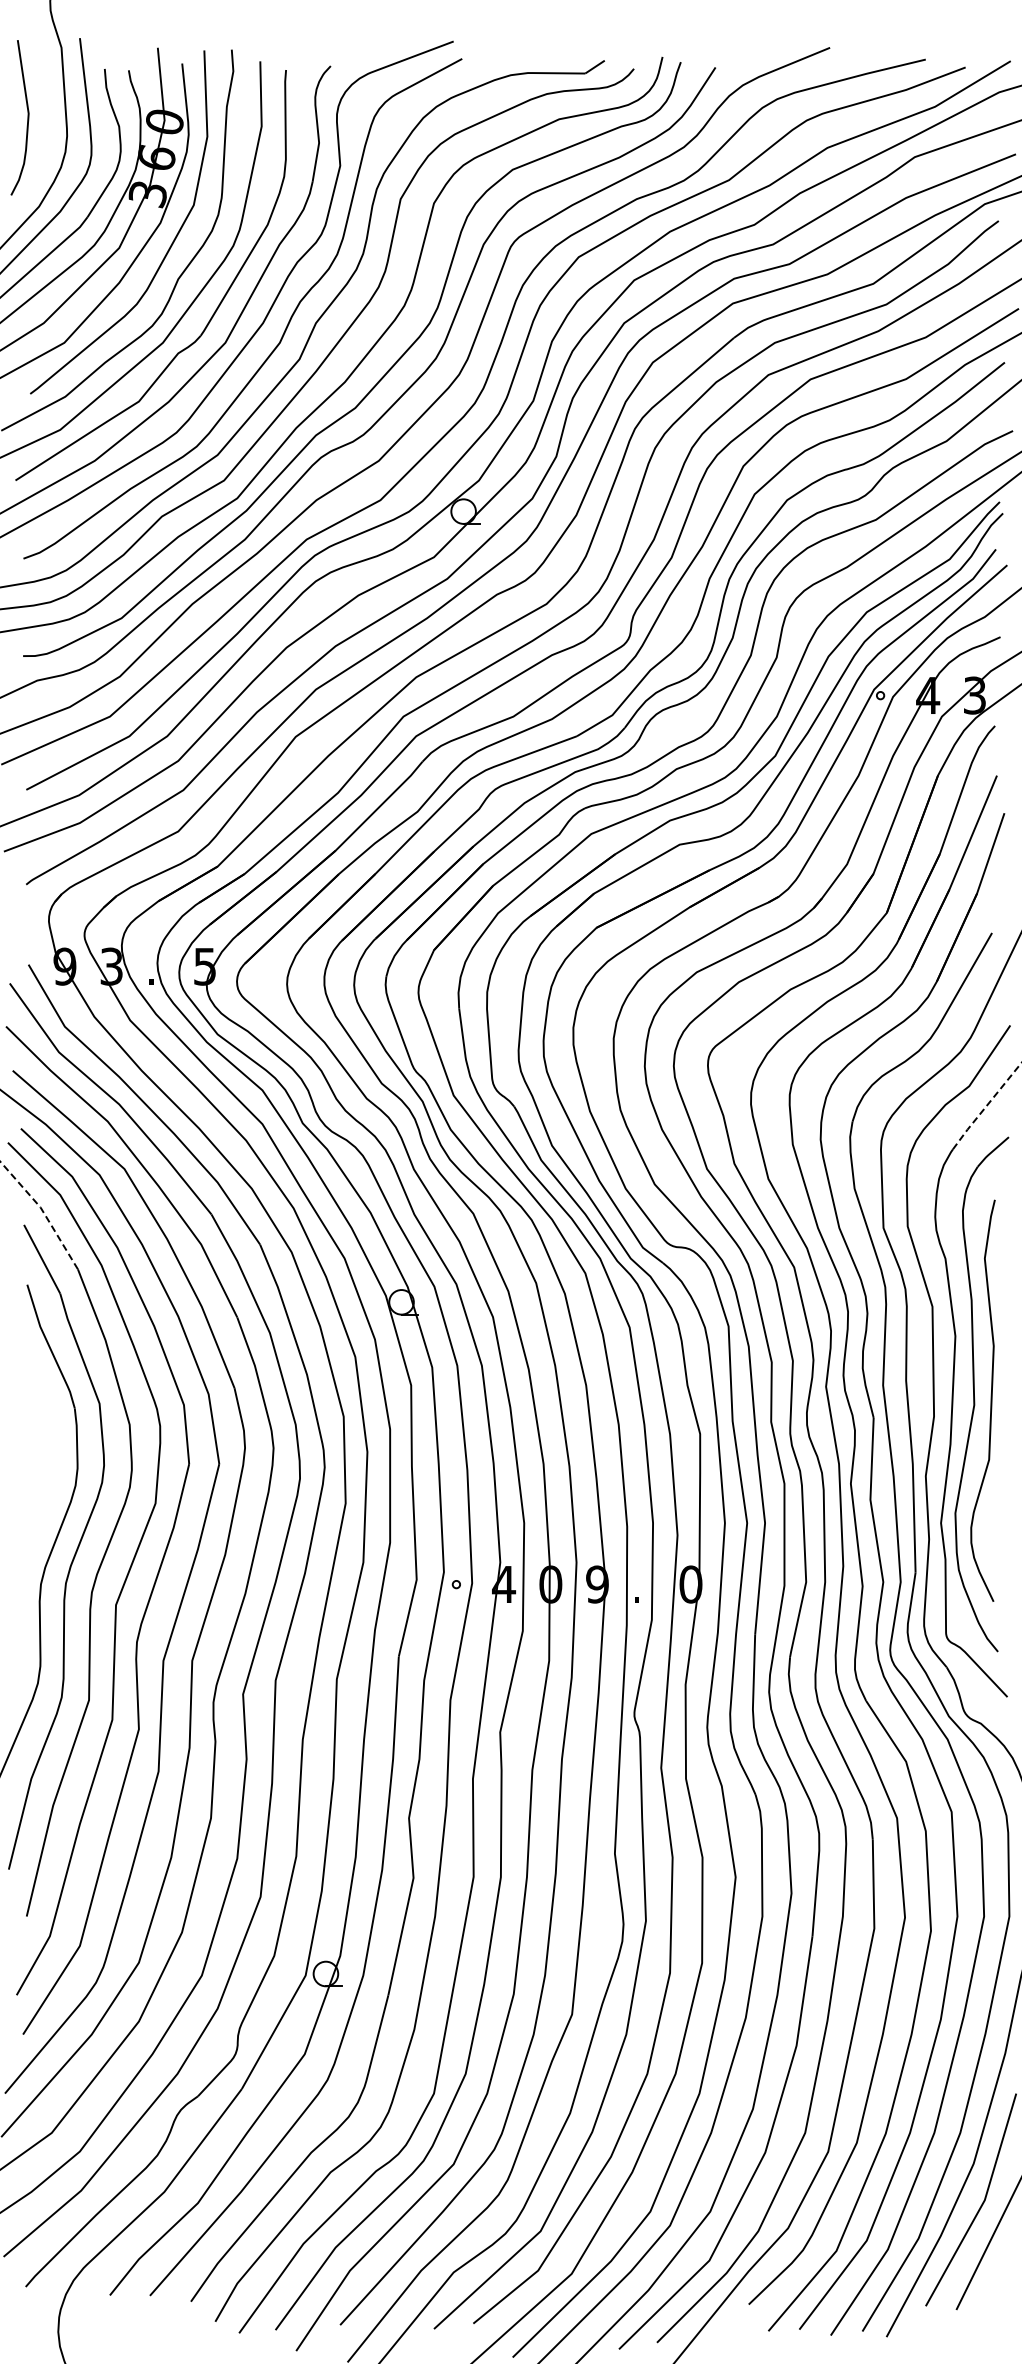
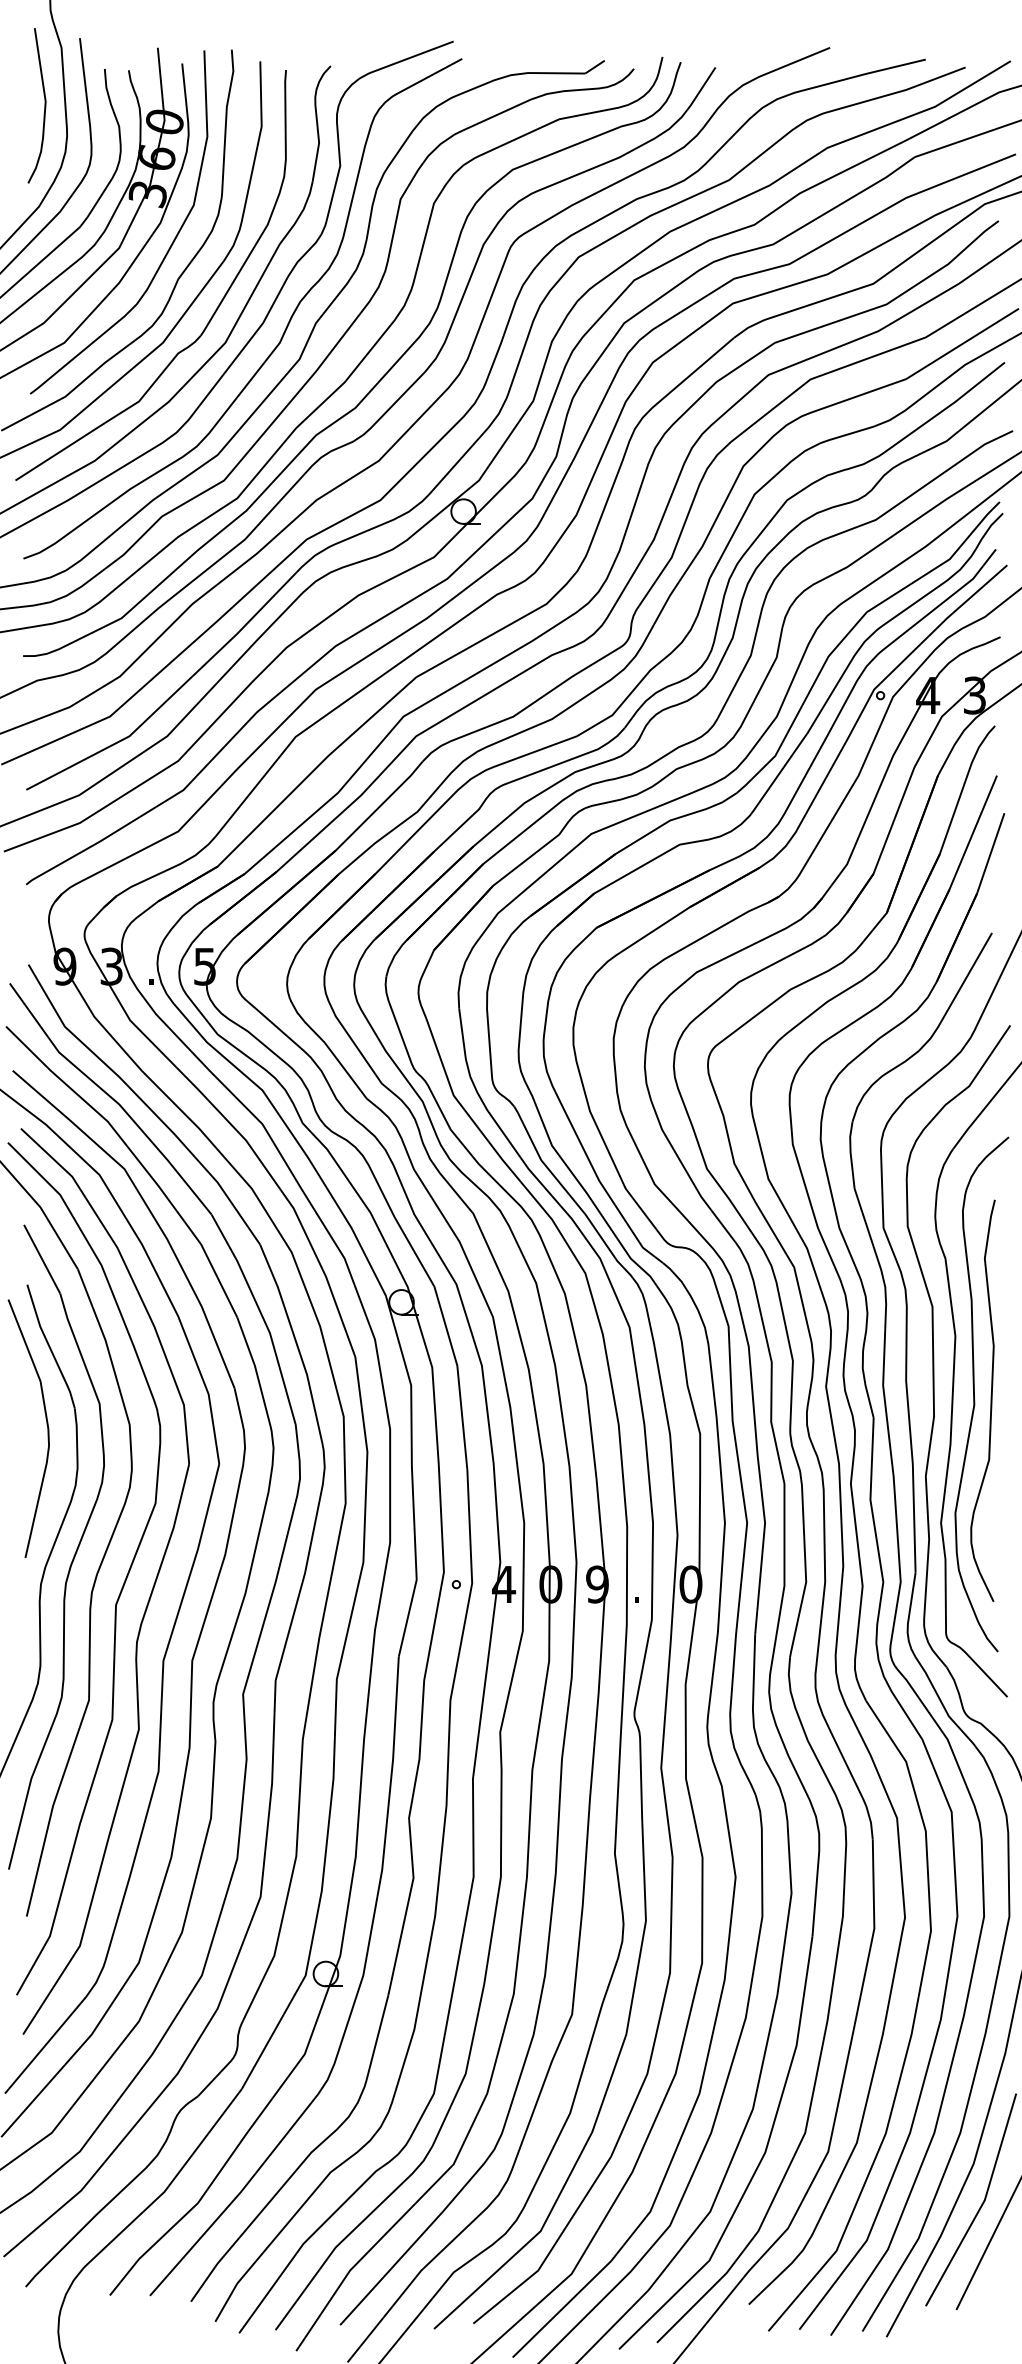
curve at (27, 117) position: (27, 117) -> (44, 105)
line at (986, 1105): dashed -> solid
line at (43, 1211): dashed -> solid
curve at (46, 1425): none -> present
